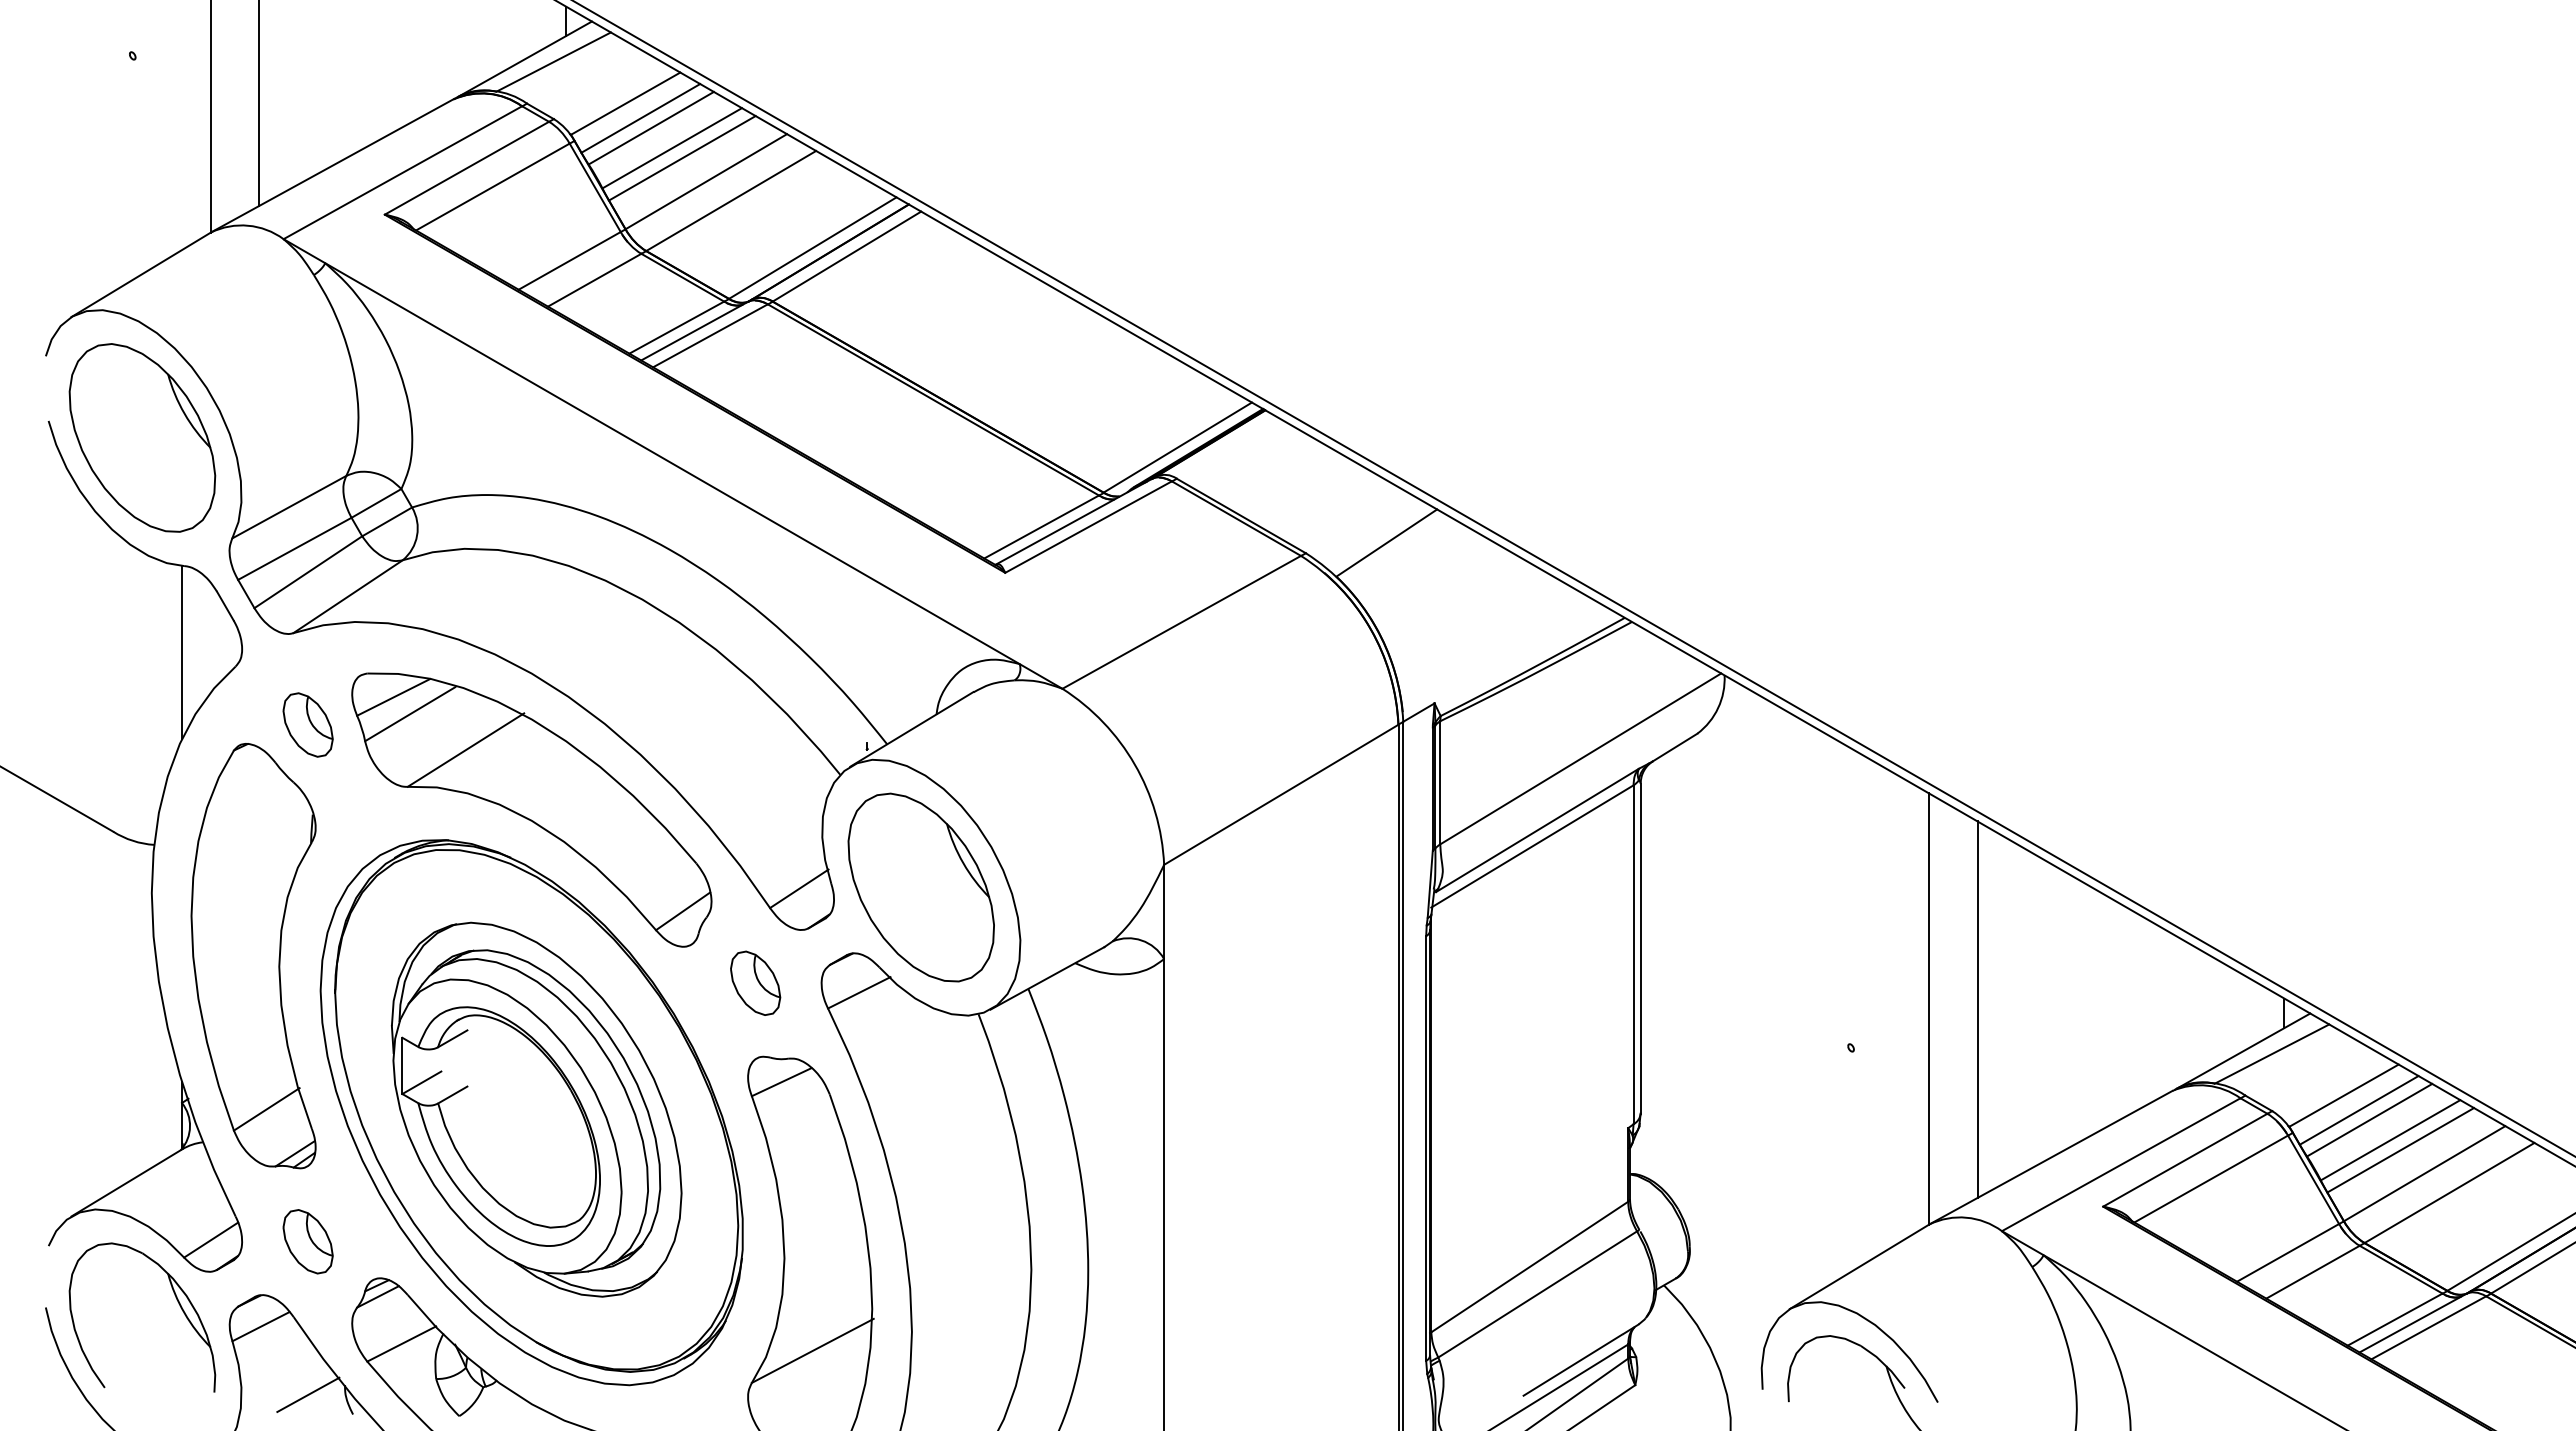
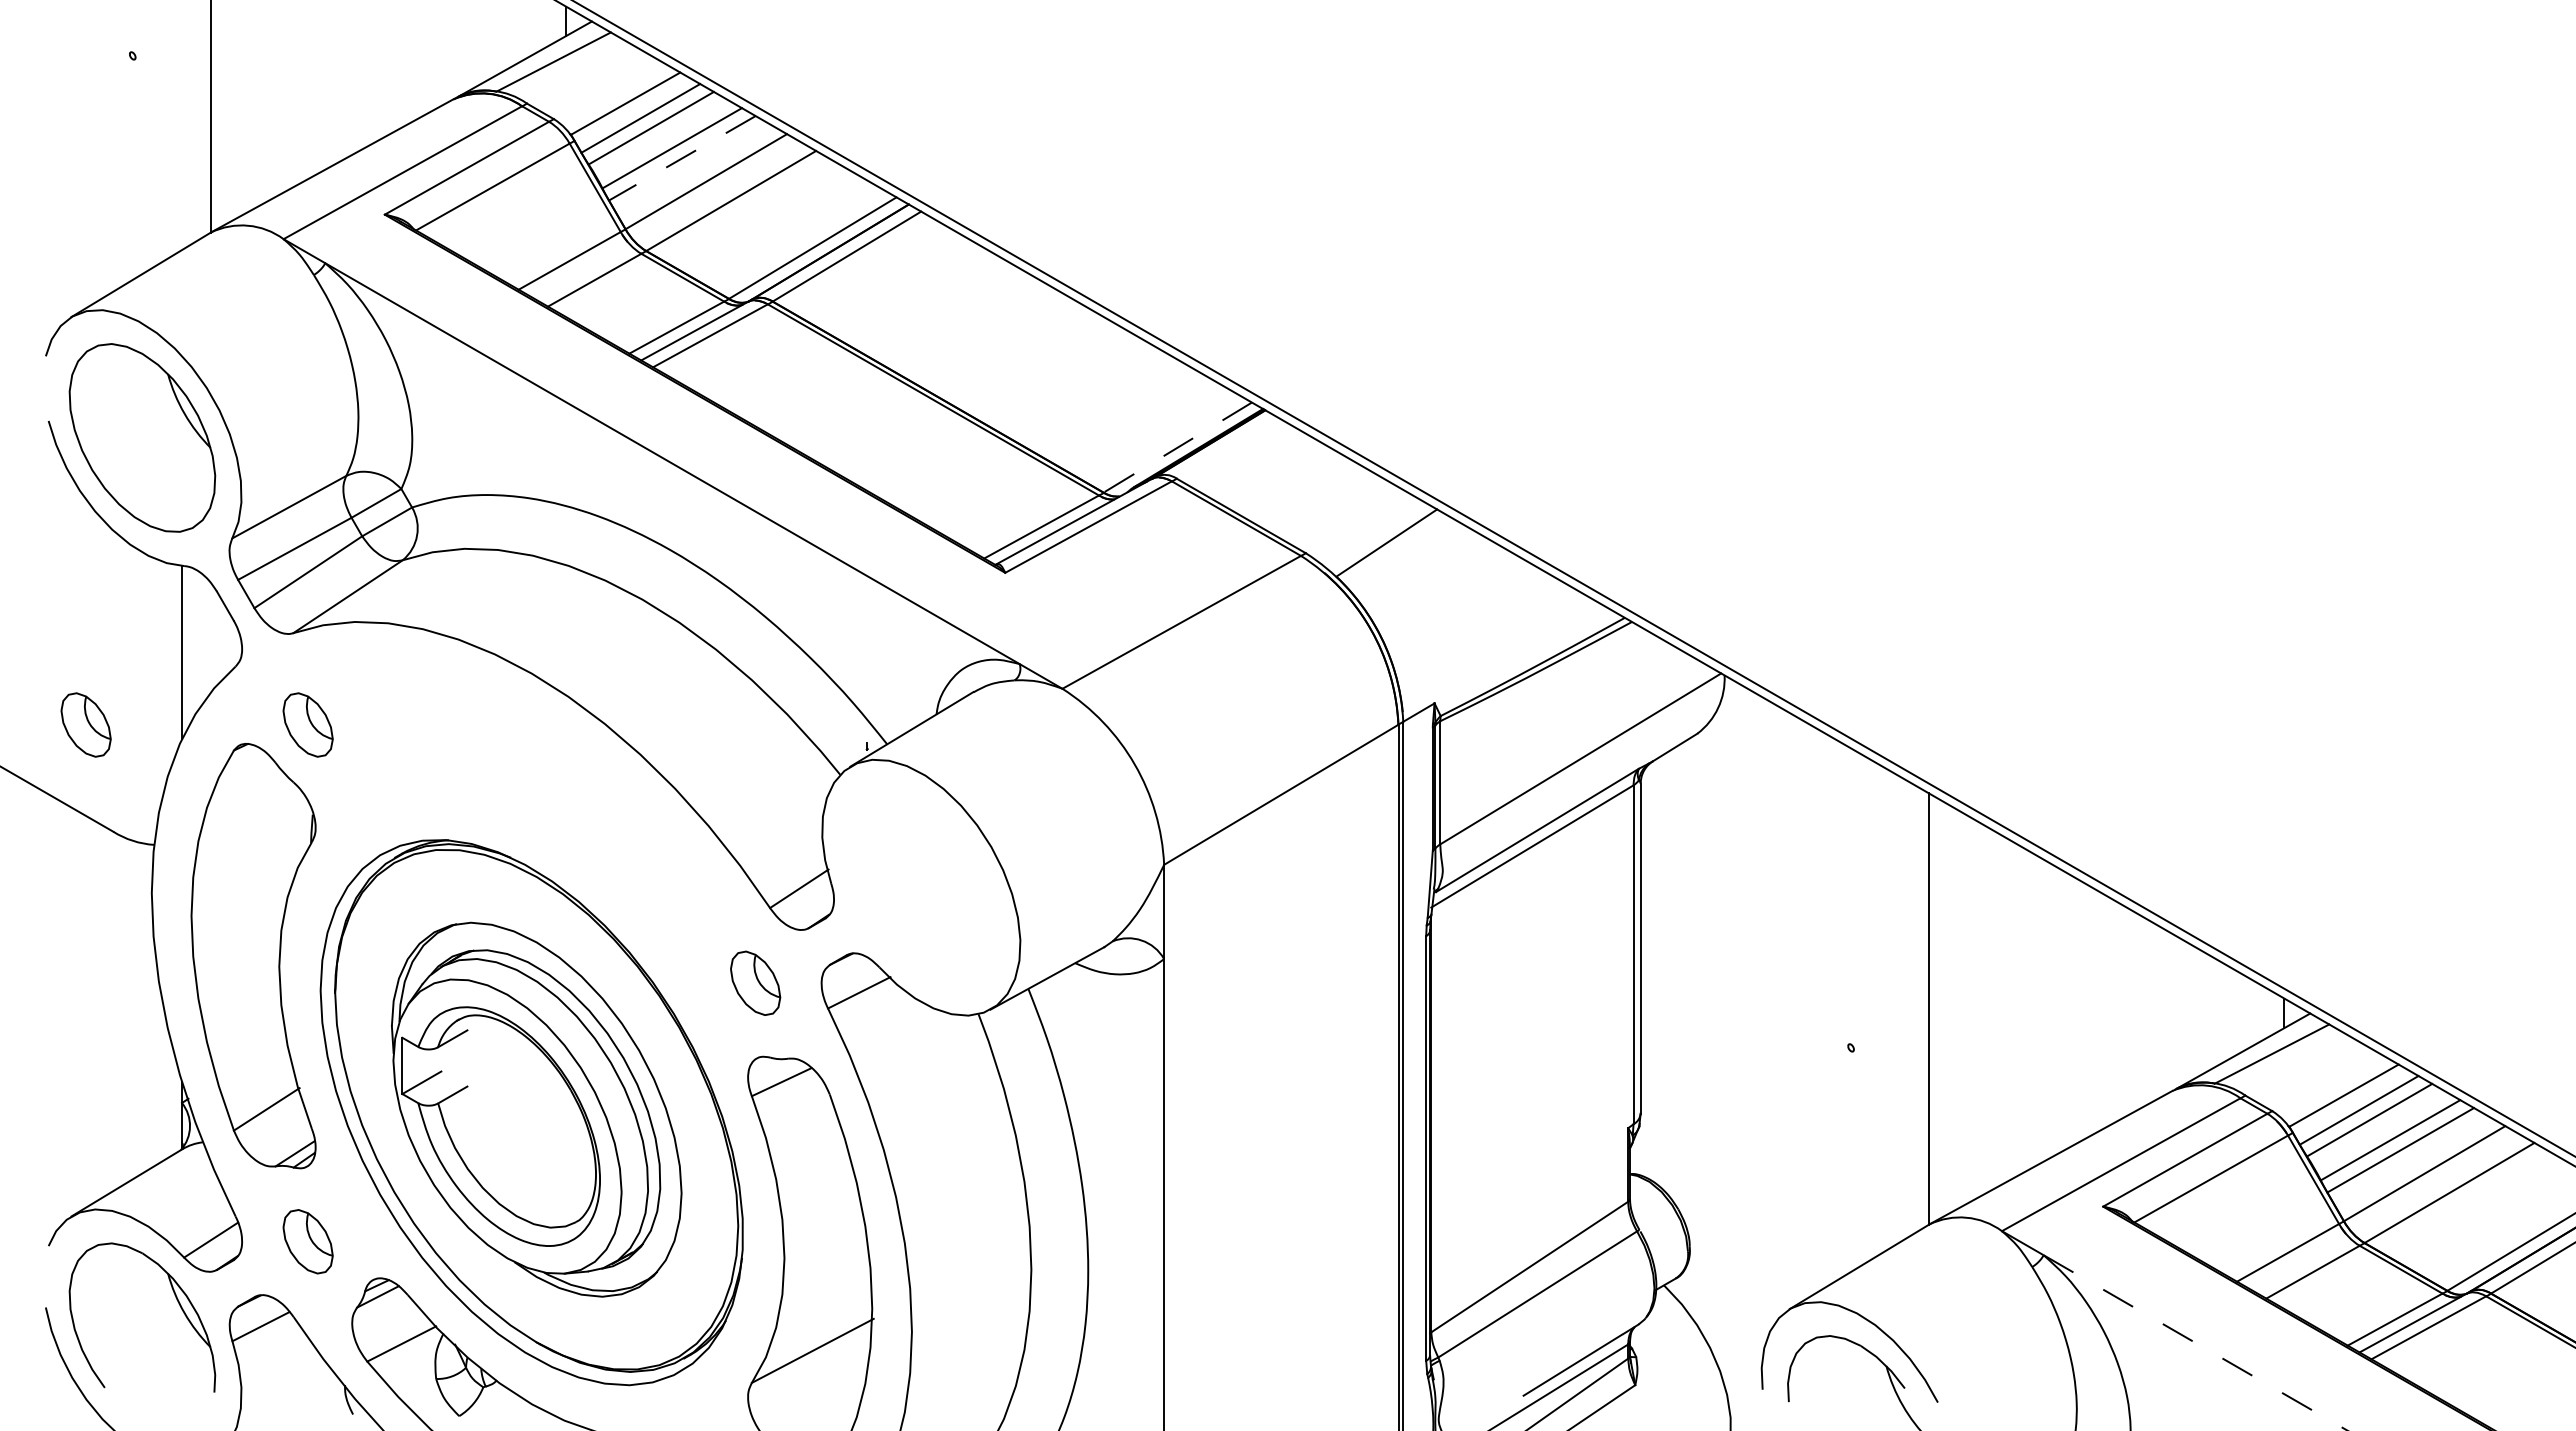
line at (259, 103): present -> none
line at (682, 158): solid -> dashed
line at (1177, 447): solid -> dashed
part at (85, 724): none -> present
part at (531, 809): present -> none
part at (920, 887): present -> none
line at (1977, 1009): present -> none
line at (2196, 1343): solid -> dashed
line at (308, 1394): present -> none
